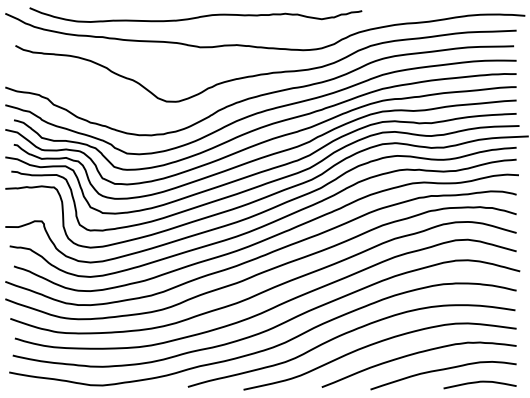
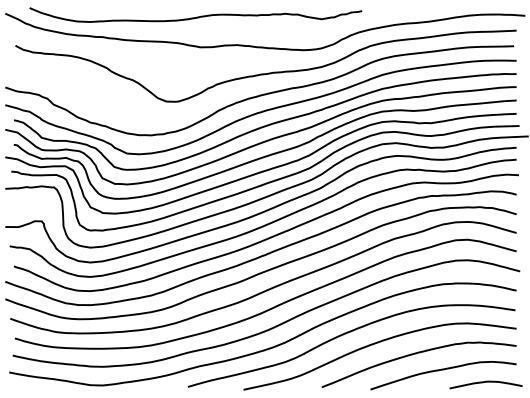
curve at (479, 382) position: (479, 382) -> (485, 382)
